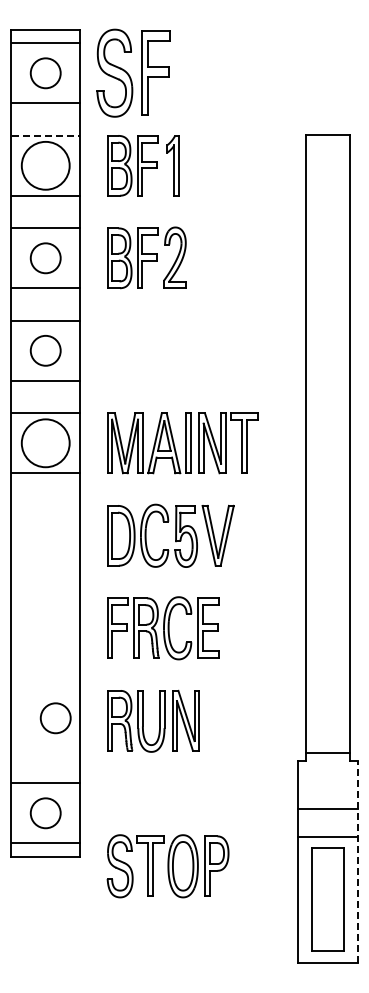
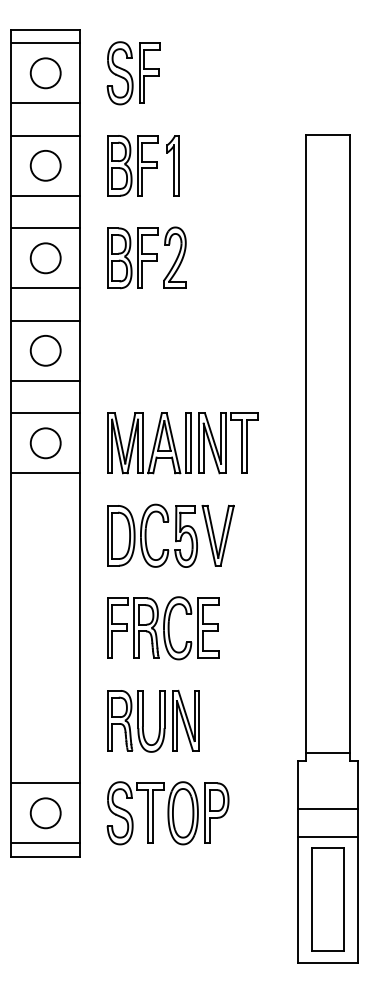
part at (133, 72) size: 75x90 px -> 55x65 px
line at (46, 135): dashed -> solid
circle at (45, 165) diameter: 48 px -> 30 px
circle at (45, 443) diameter: 48 px -> 30 px
circle at (55, 718): present -> none
line at (357, 861): dashed -> solid
part at (167, 866) position: (167, 866) -> (167, 813)
